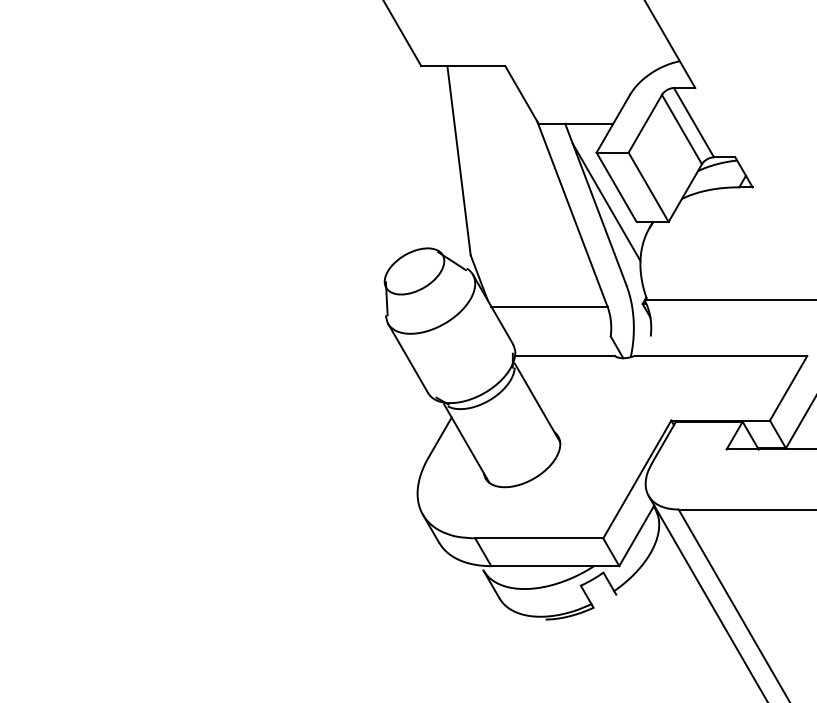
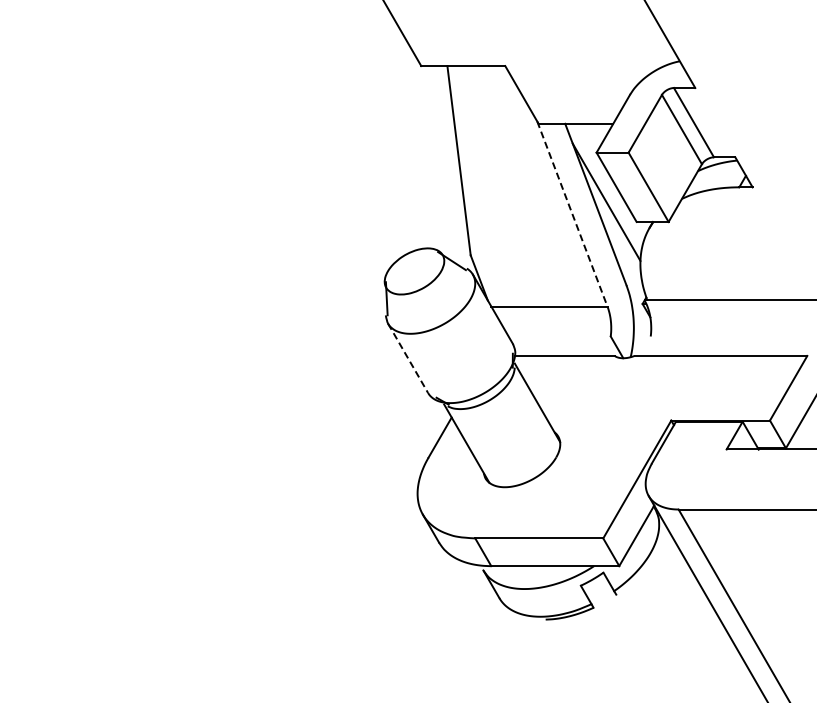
line at (572, 214): solid -> dashed
line at (408, 358): solid -> dashed
